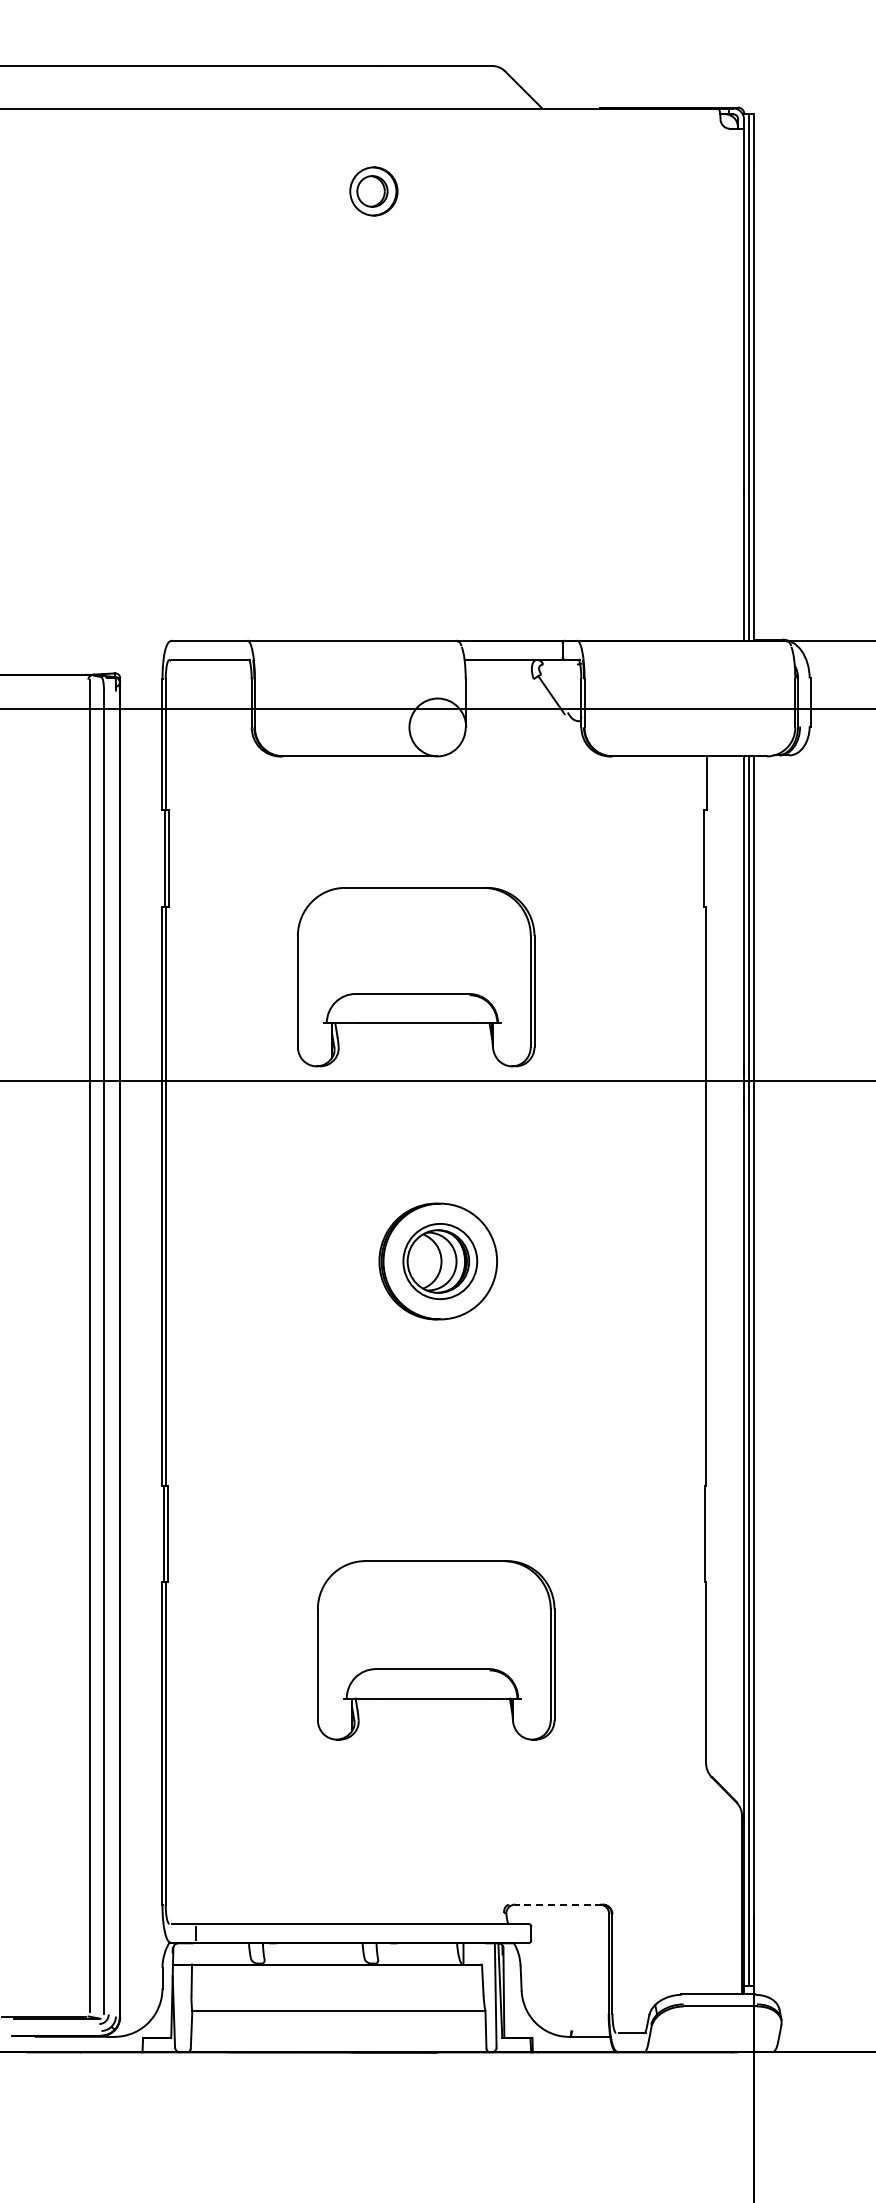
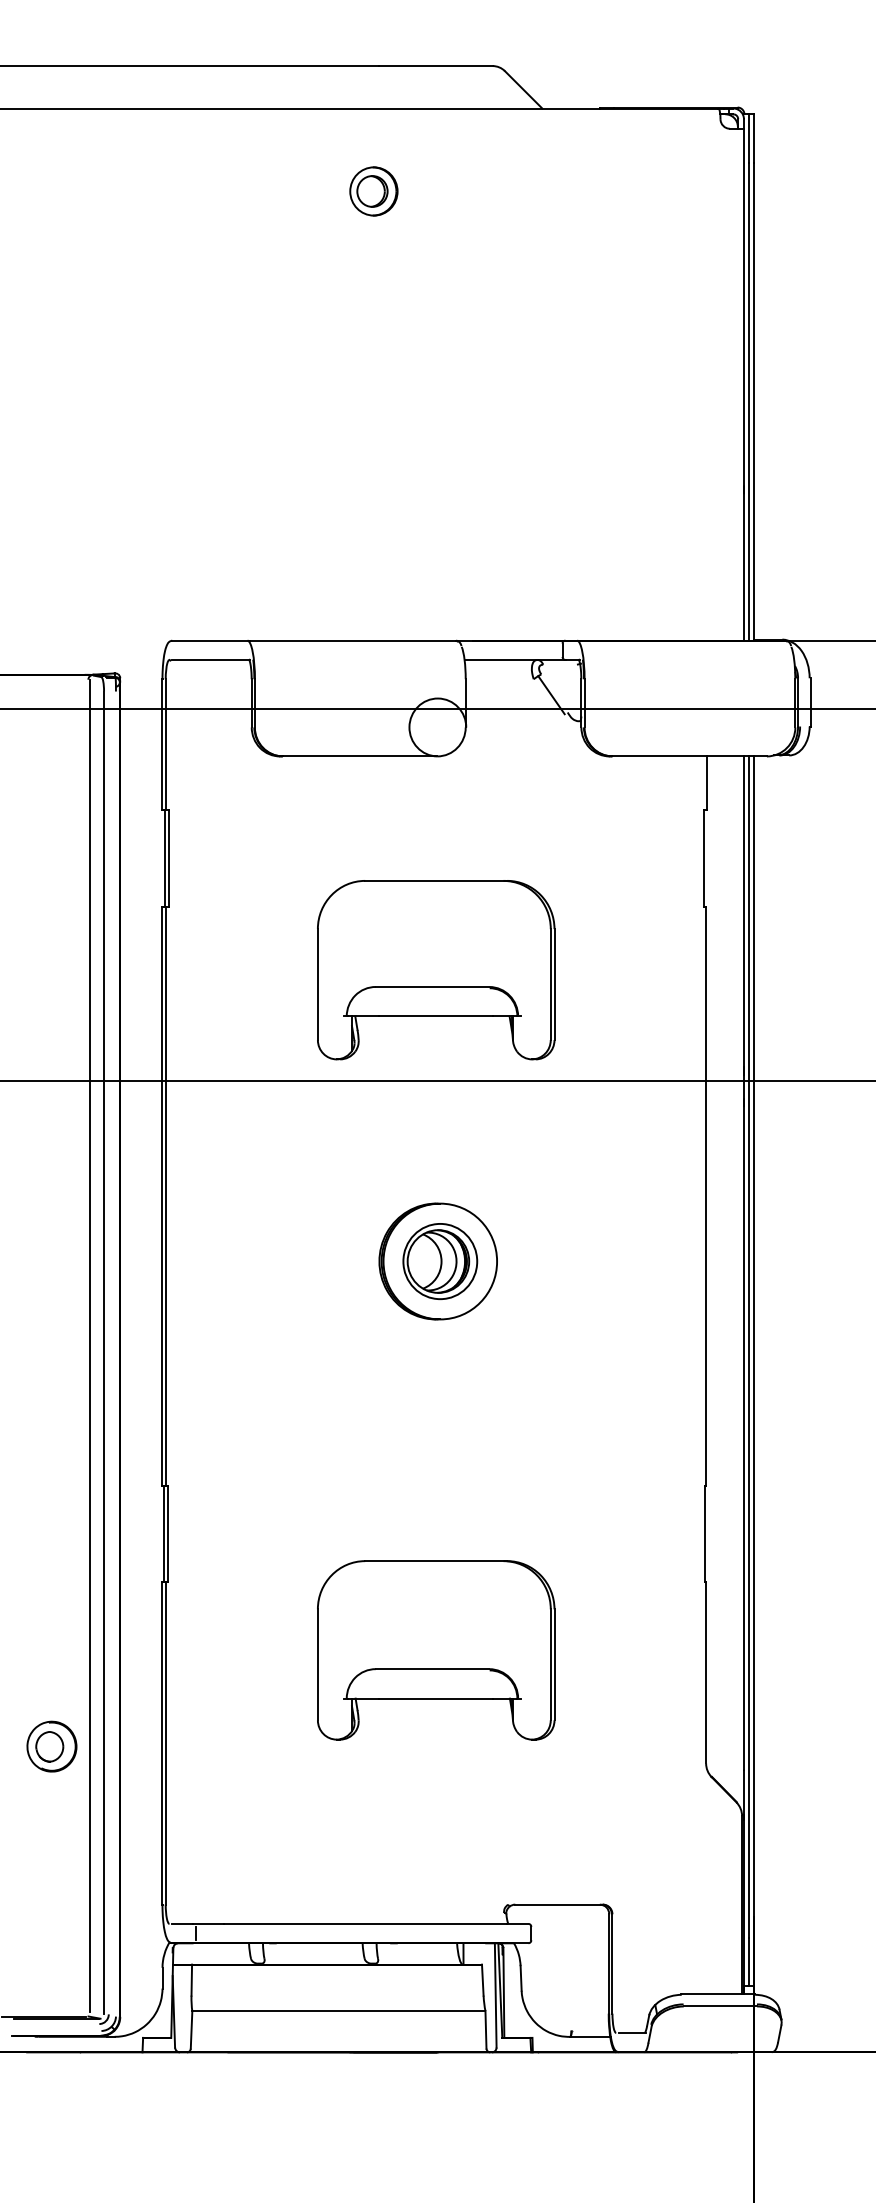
part at (416, 977) position: (416, 977) -> (436, 970)
part at (51, 1746): none -> present
line at (558, 1904): dashed -> solid
